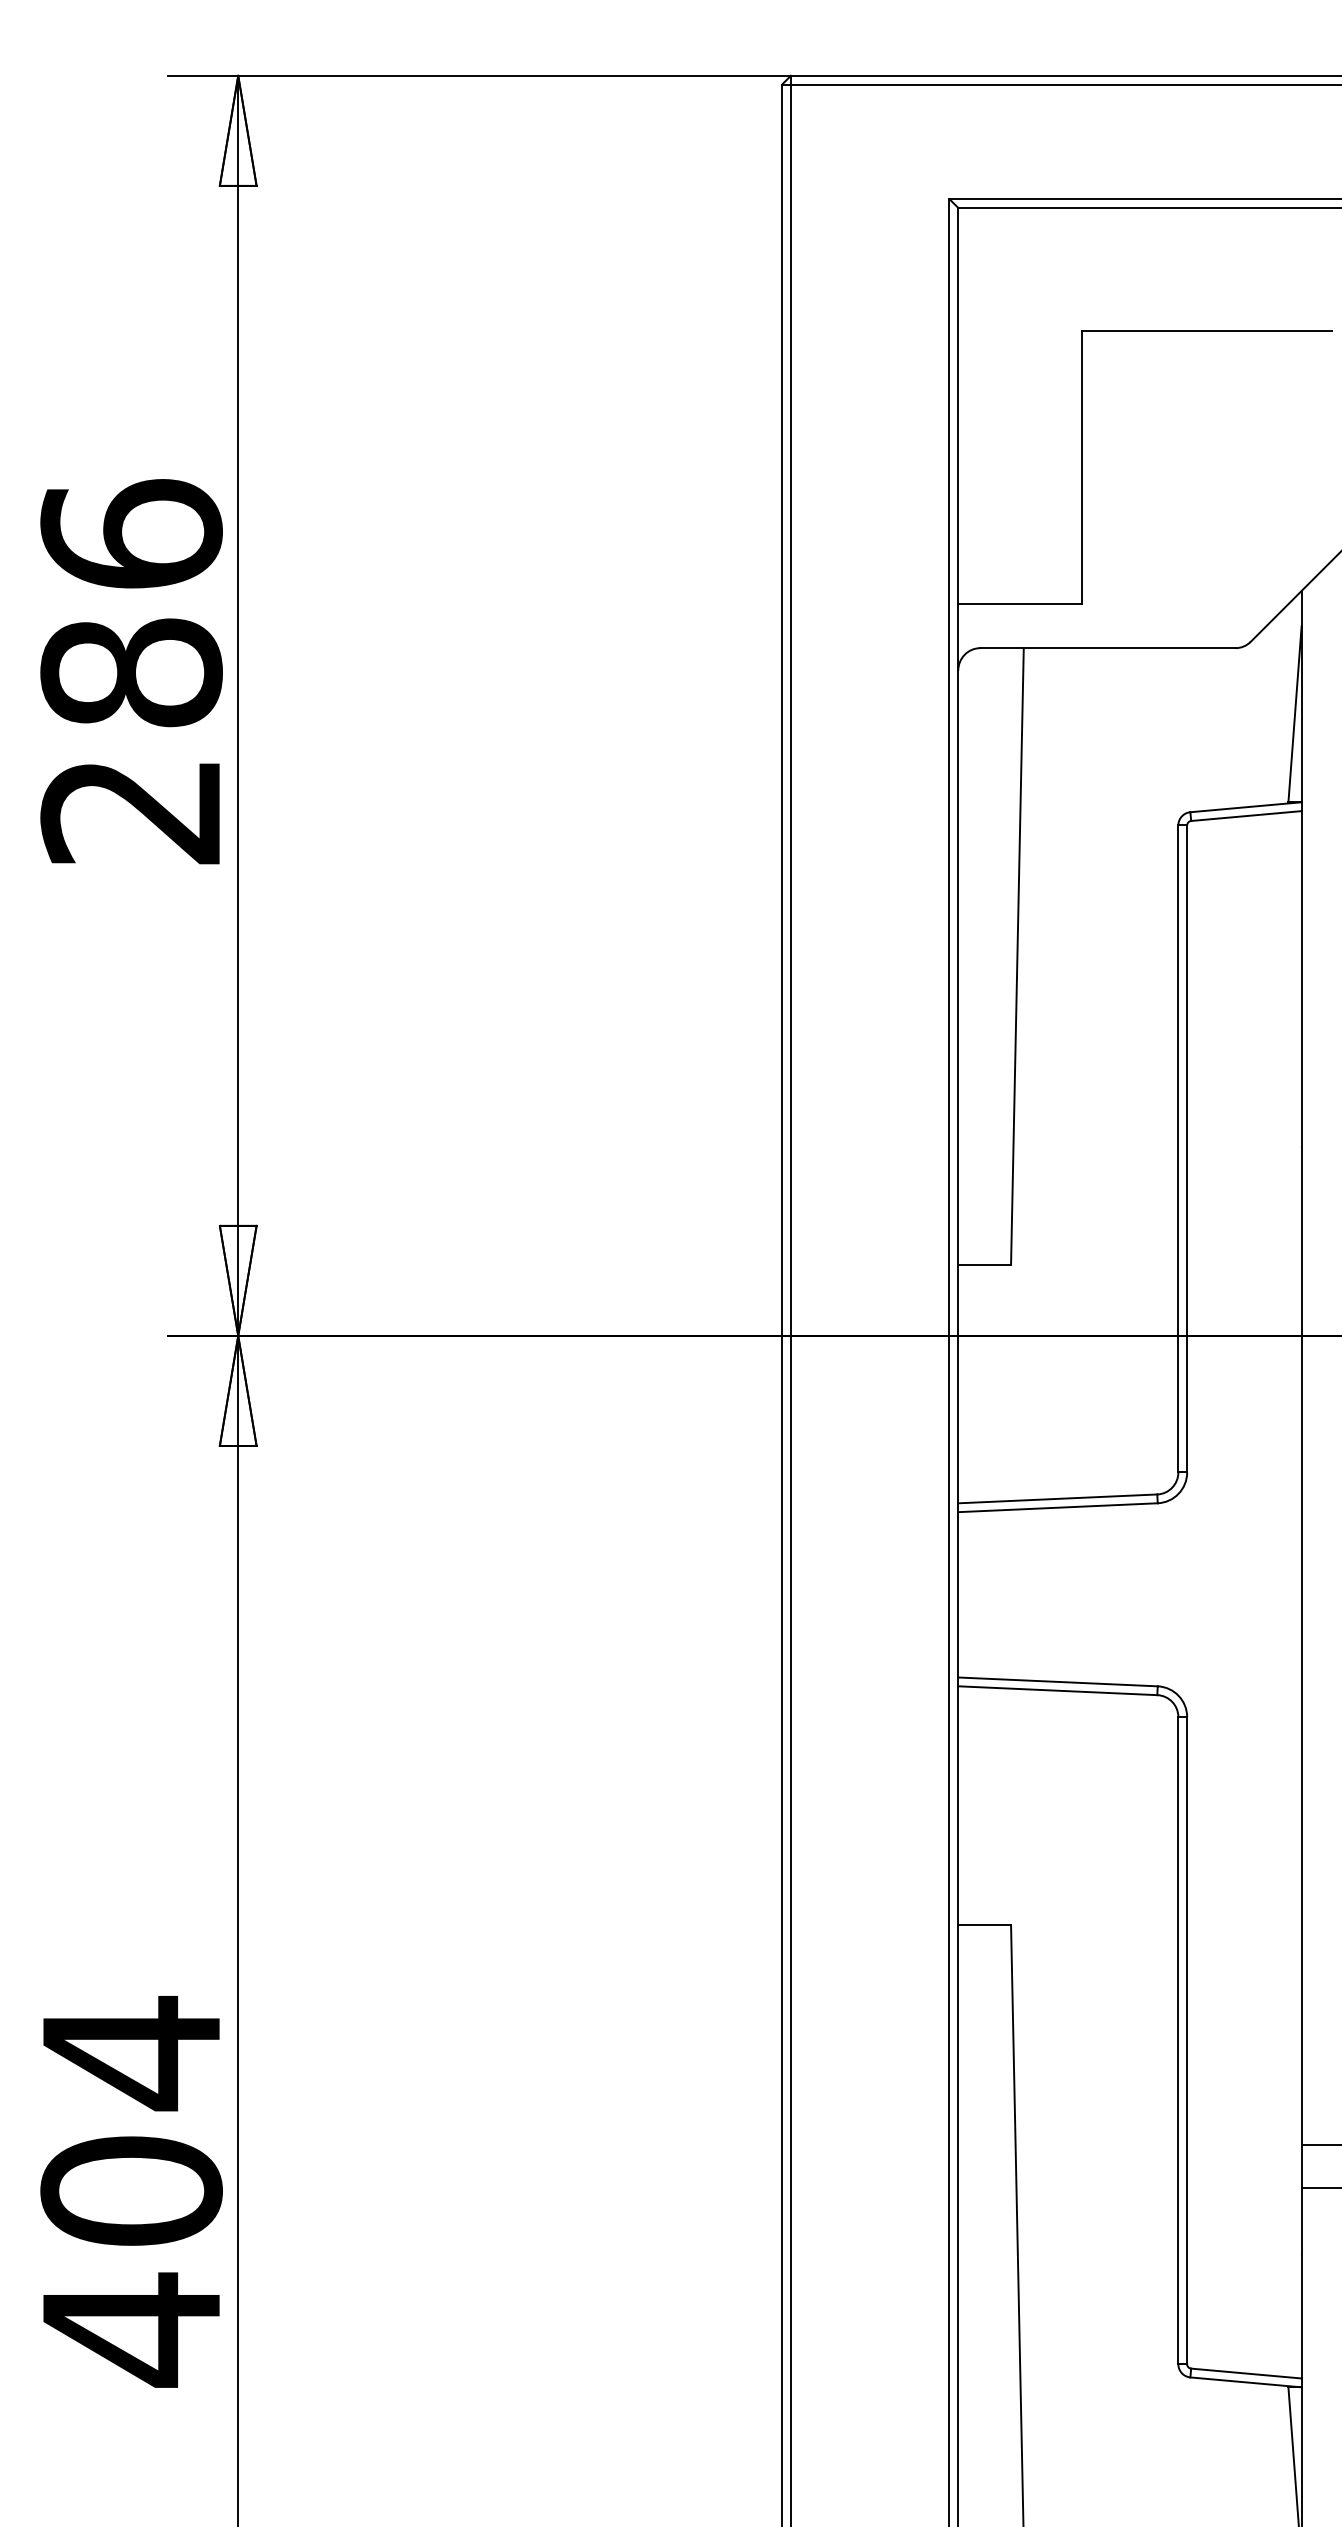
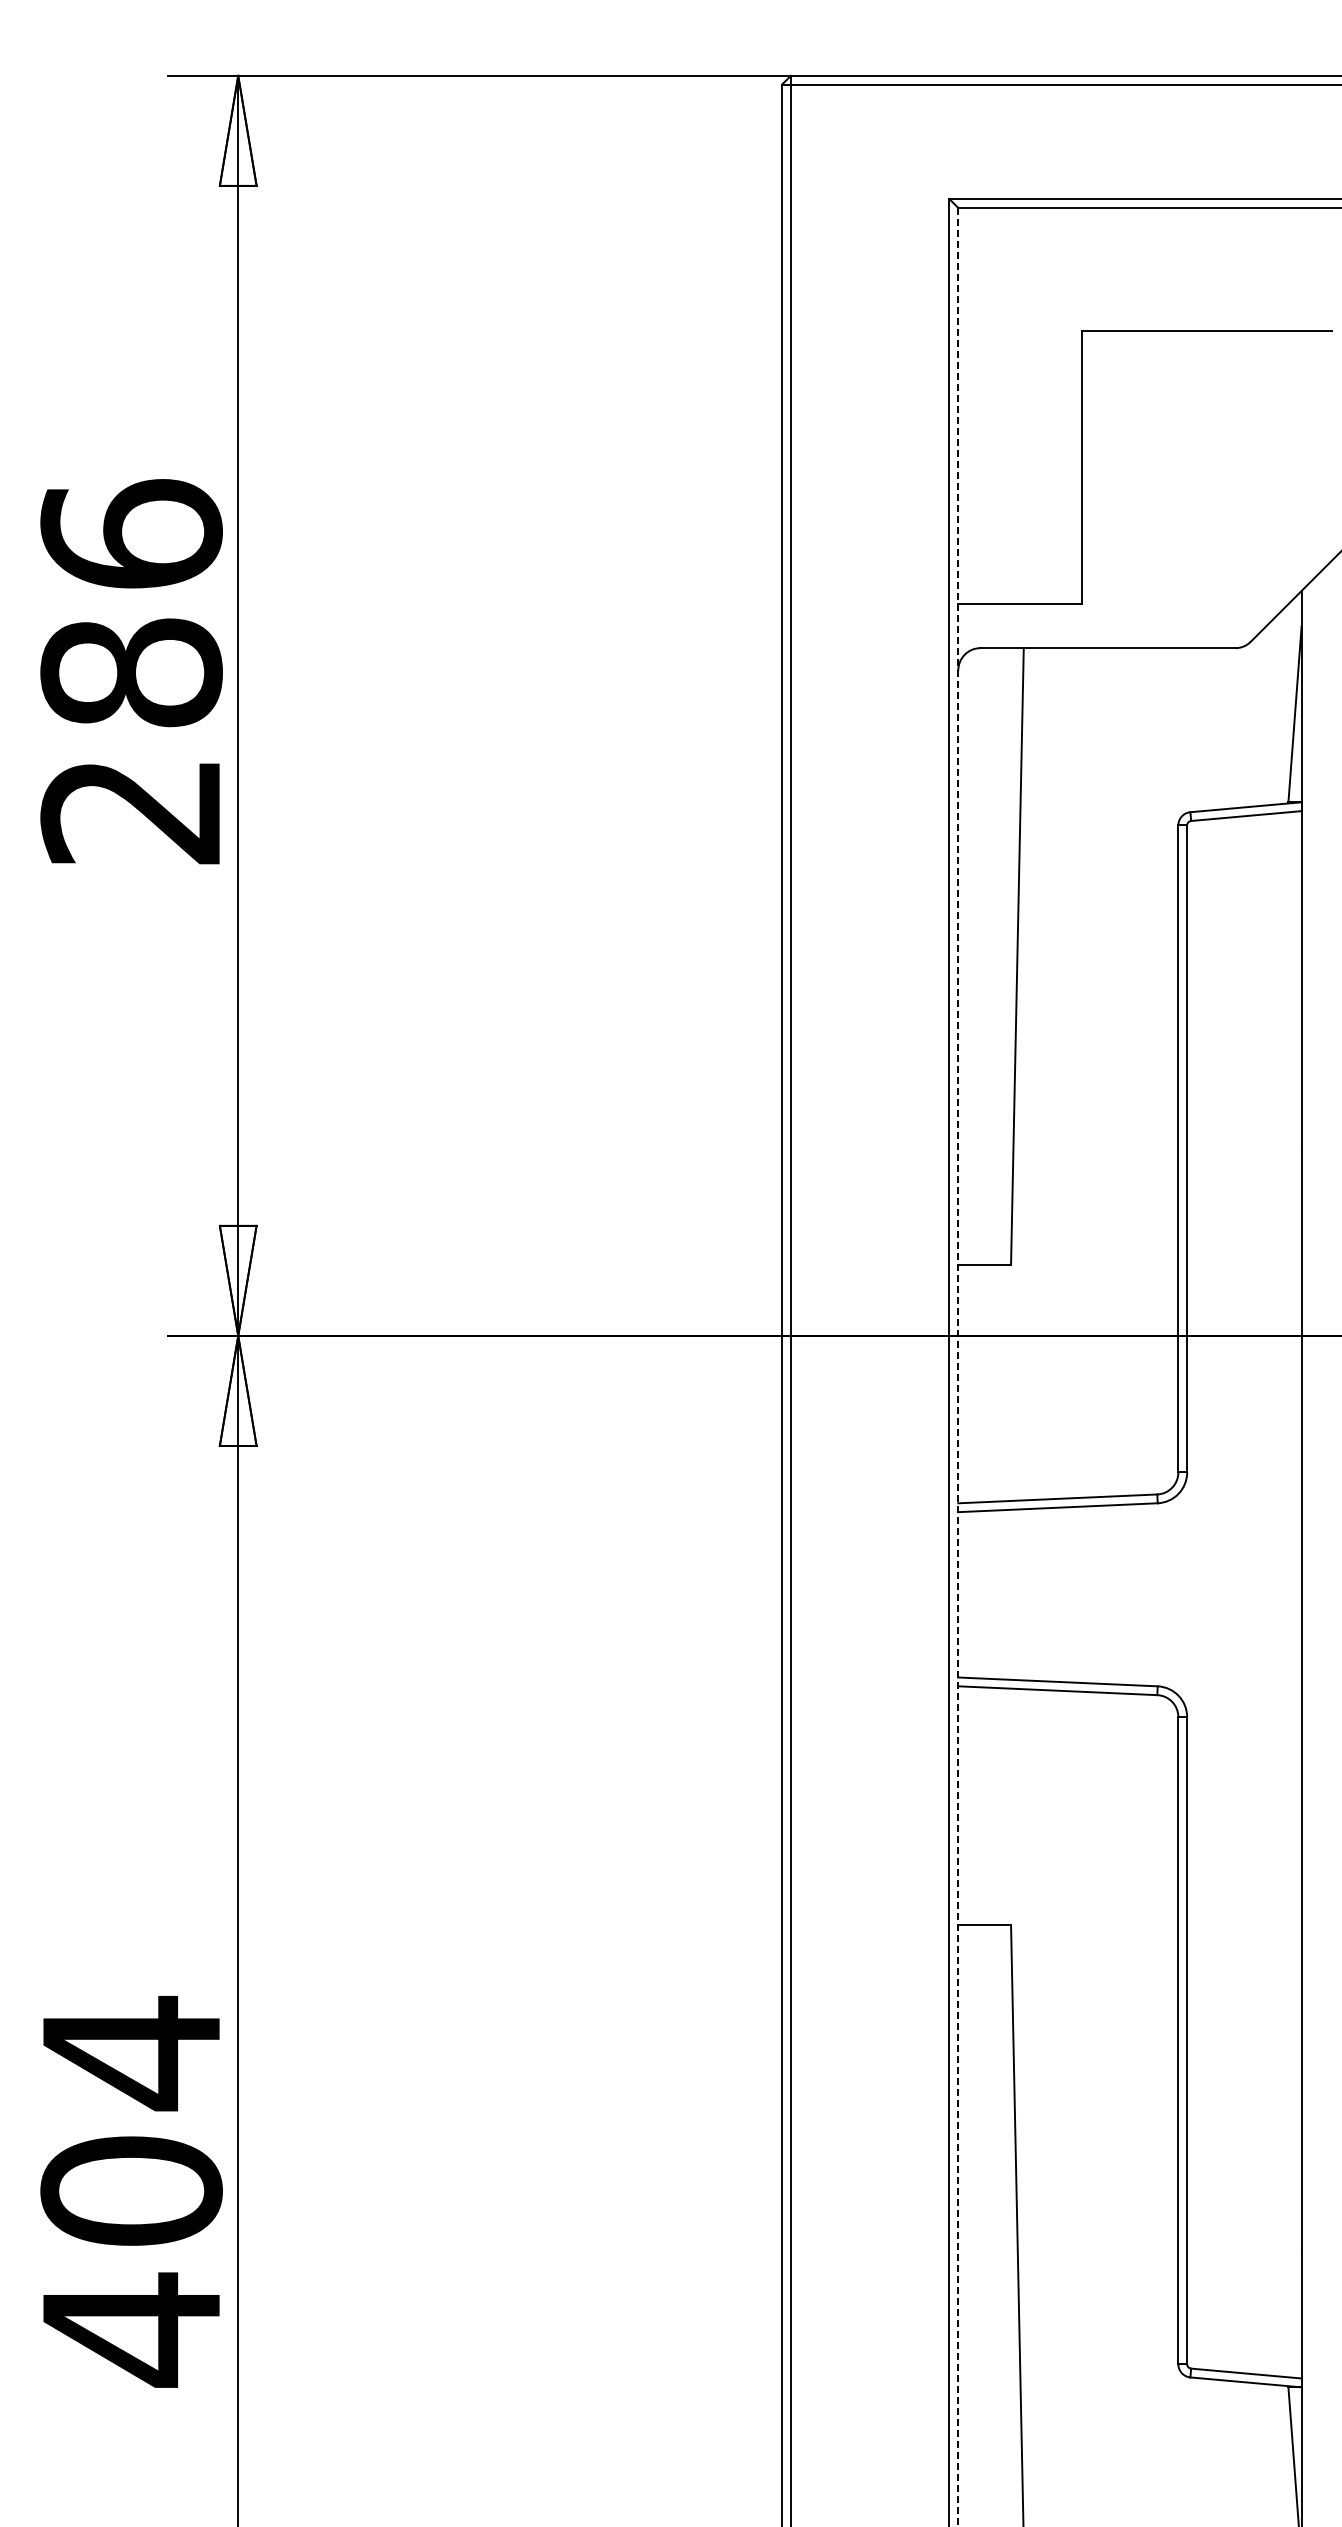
line at (958, 1367): solid -> dashed
line at (1319, 2144): present -> none
line at (1319, 2188): present -> none
